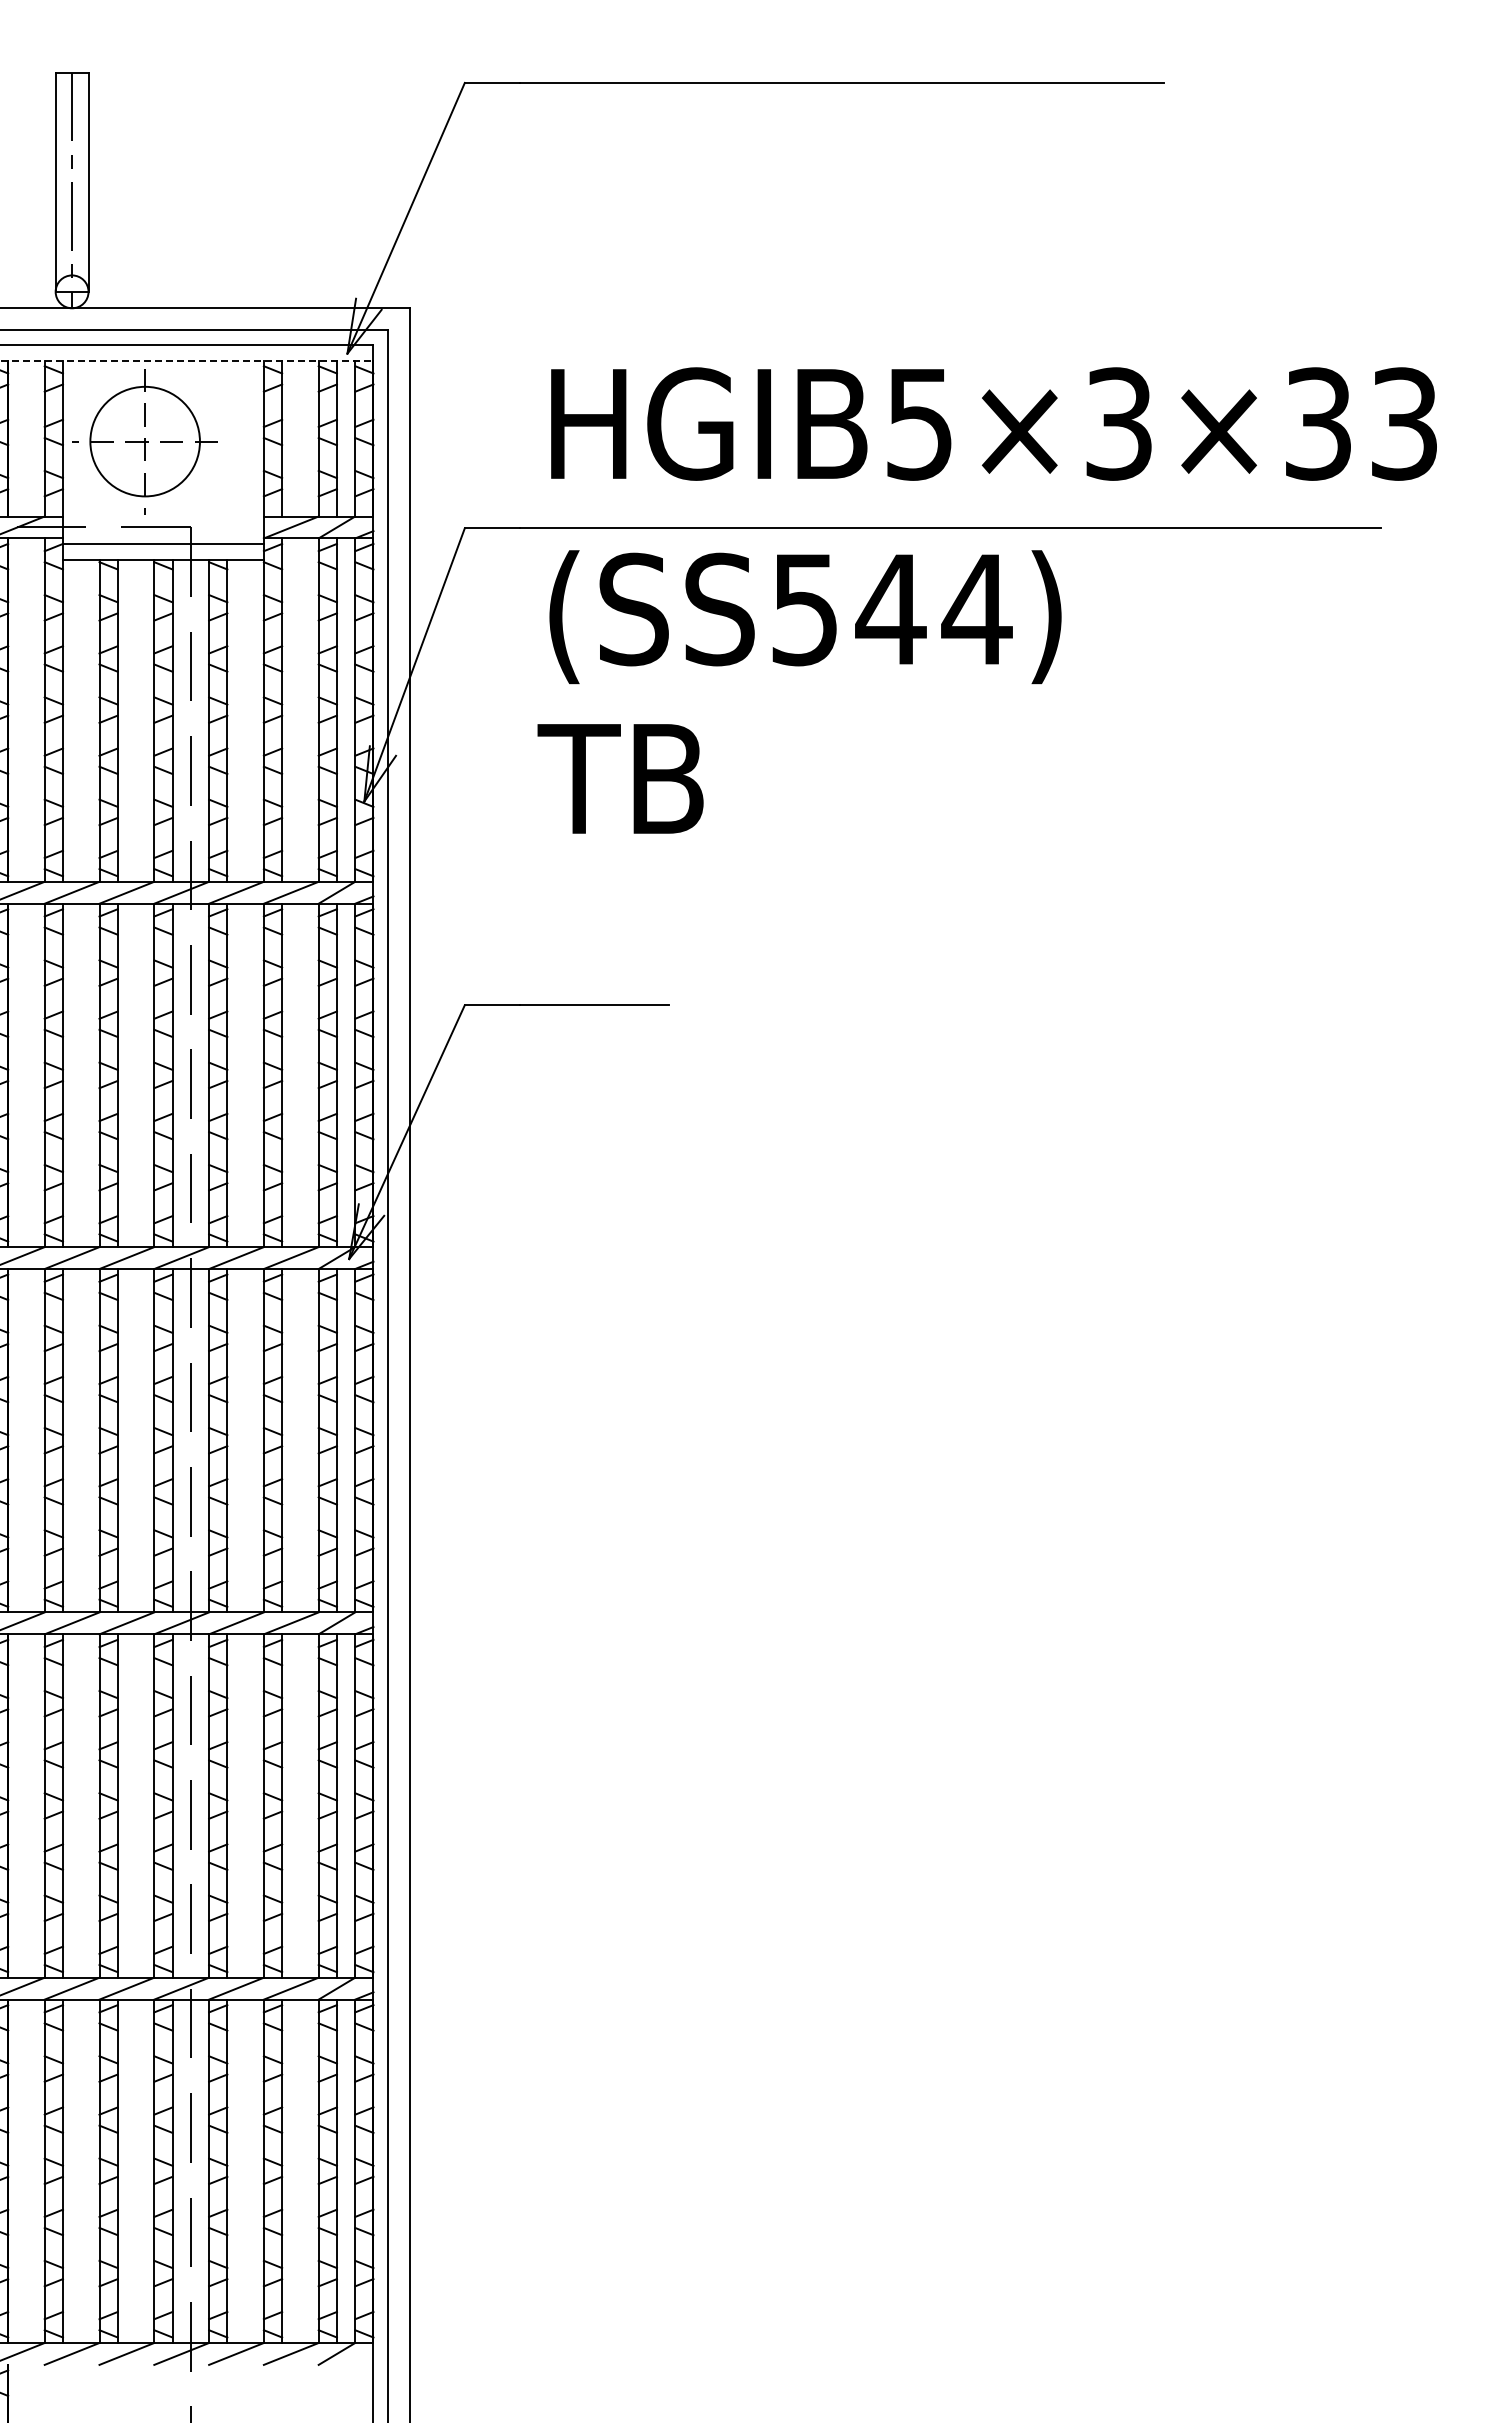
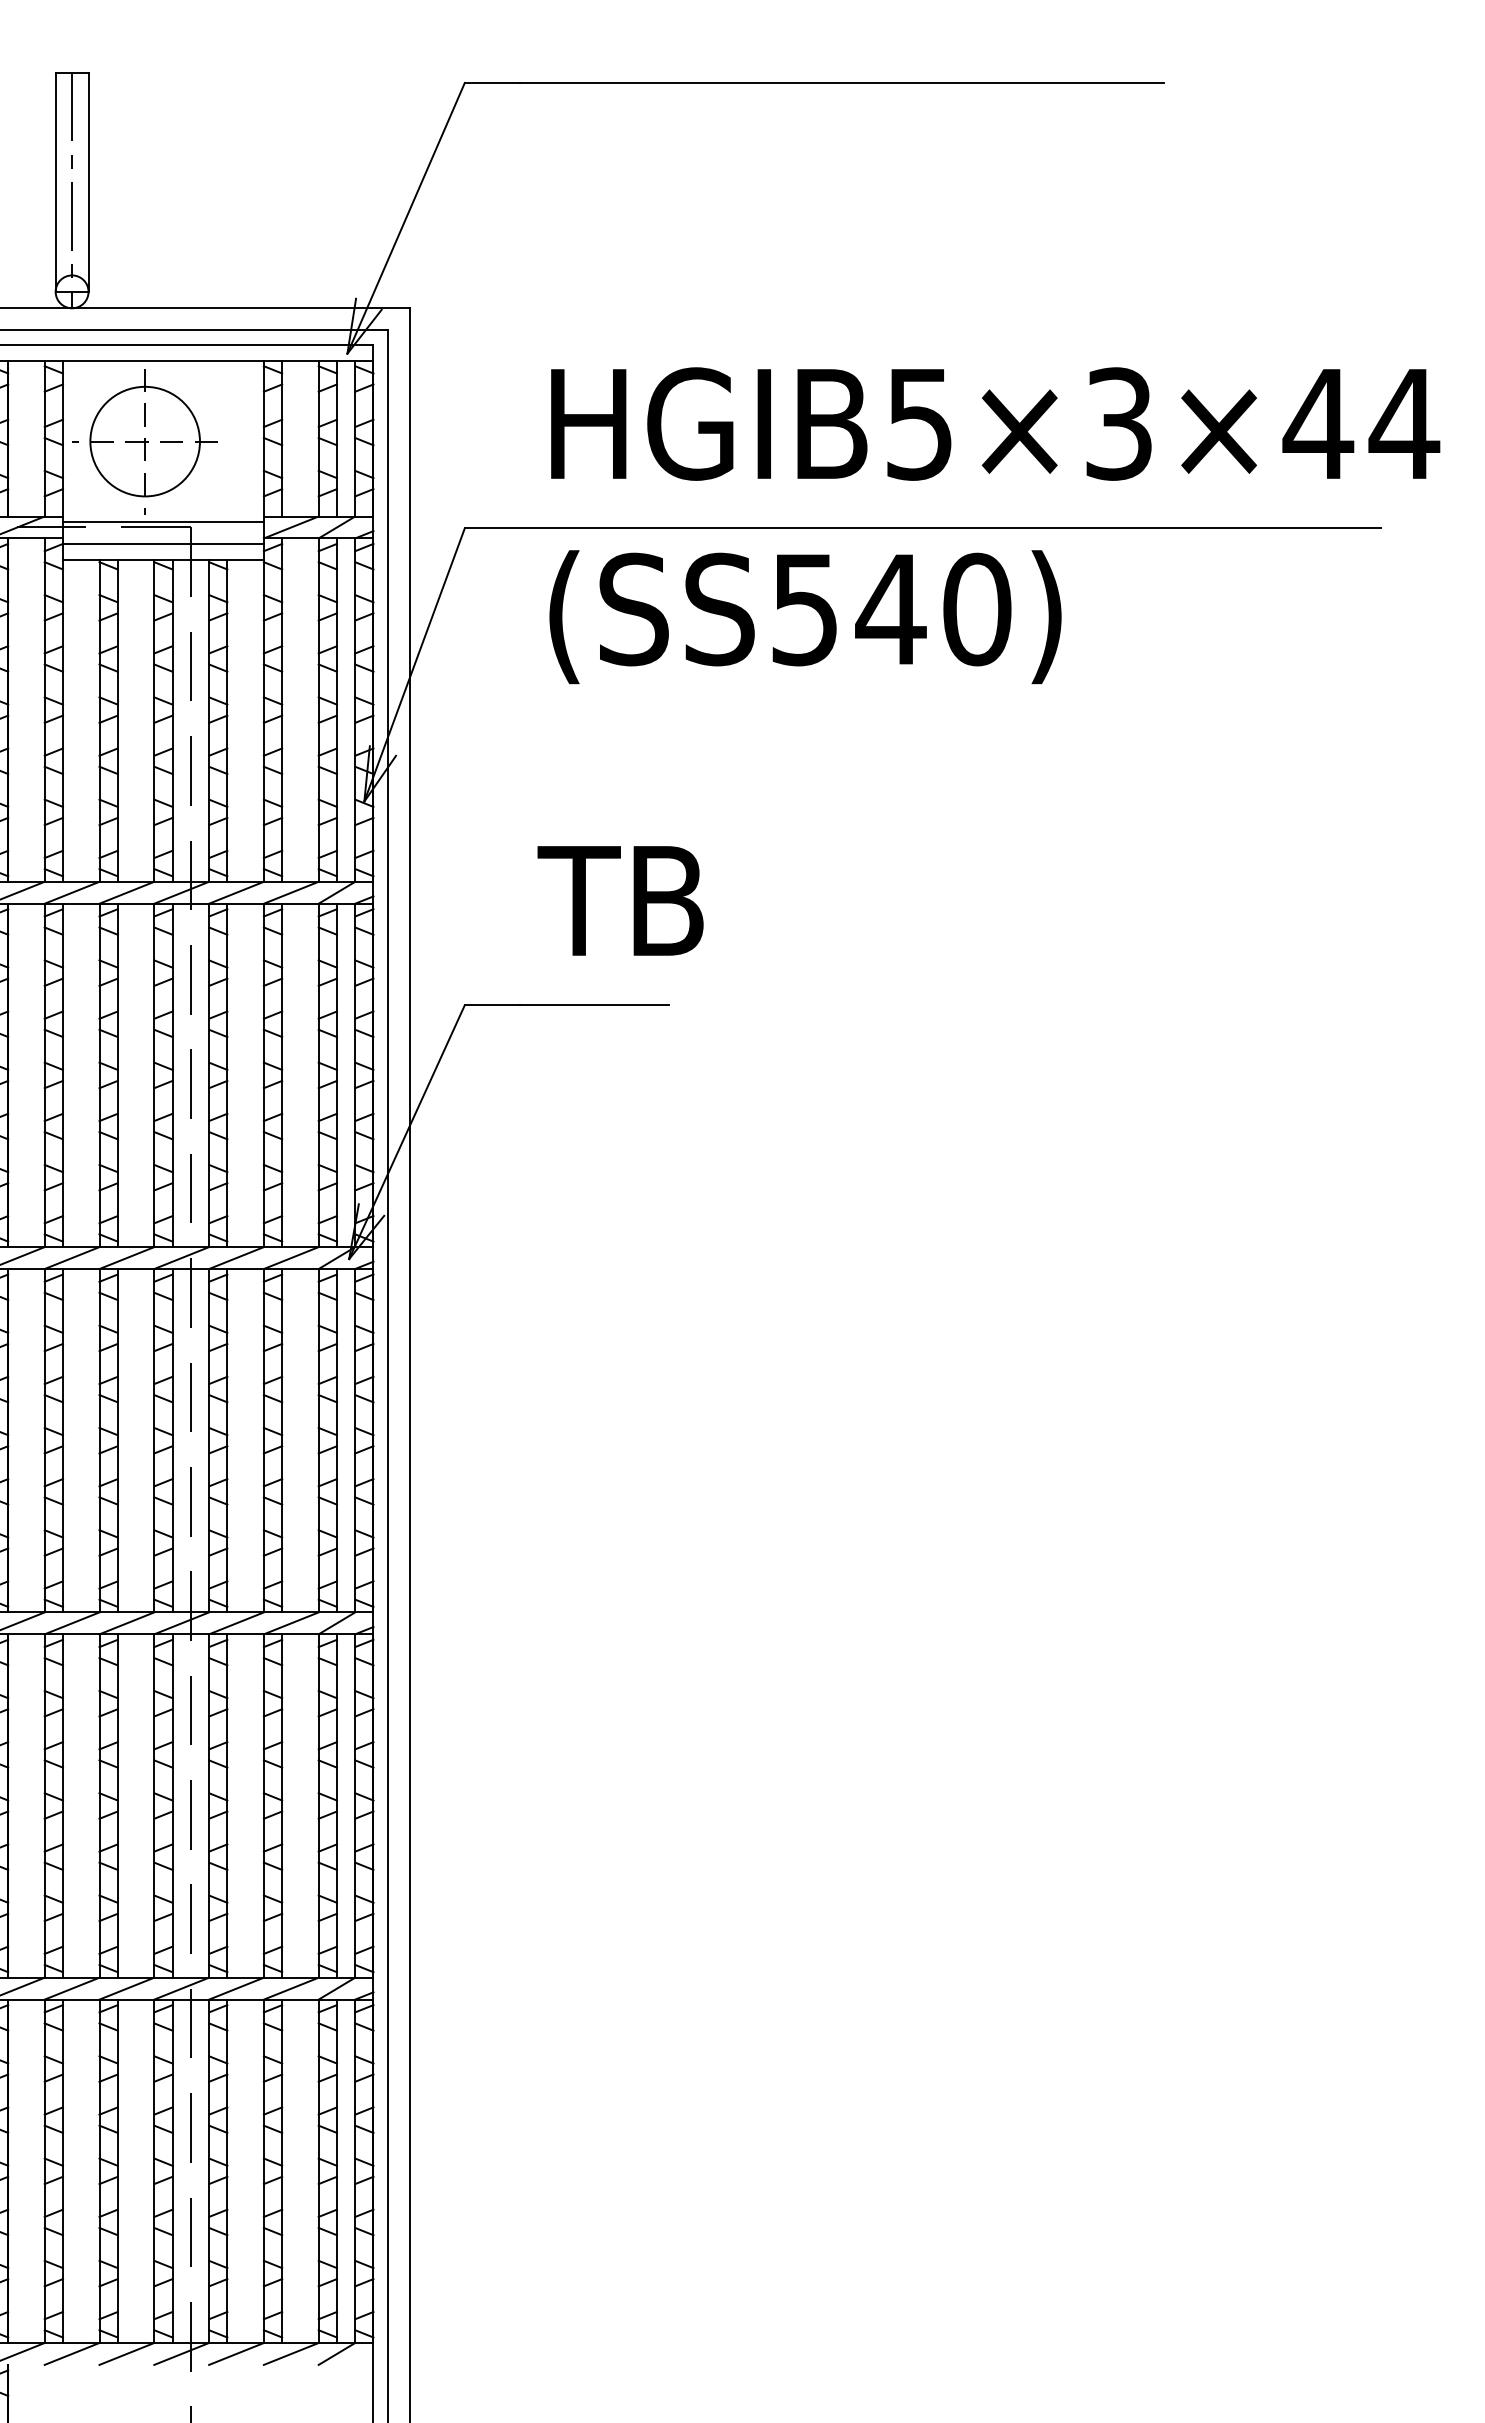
line at (187, 361): dashed -> solid
text at (1361, 423): HGIB5×3×33 -> HGIB5×3×44
line at (162, 522): none -> present
text at (976, 609): (SS544) -> (SS540)
text at (620, 778) position: (620, 778) -> (620, 900)
